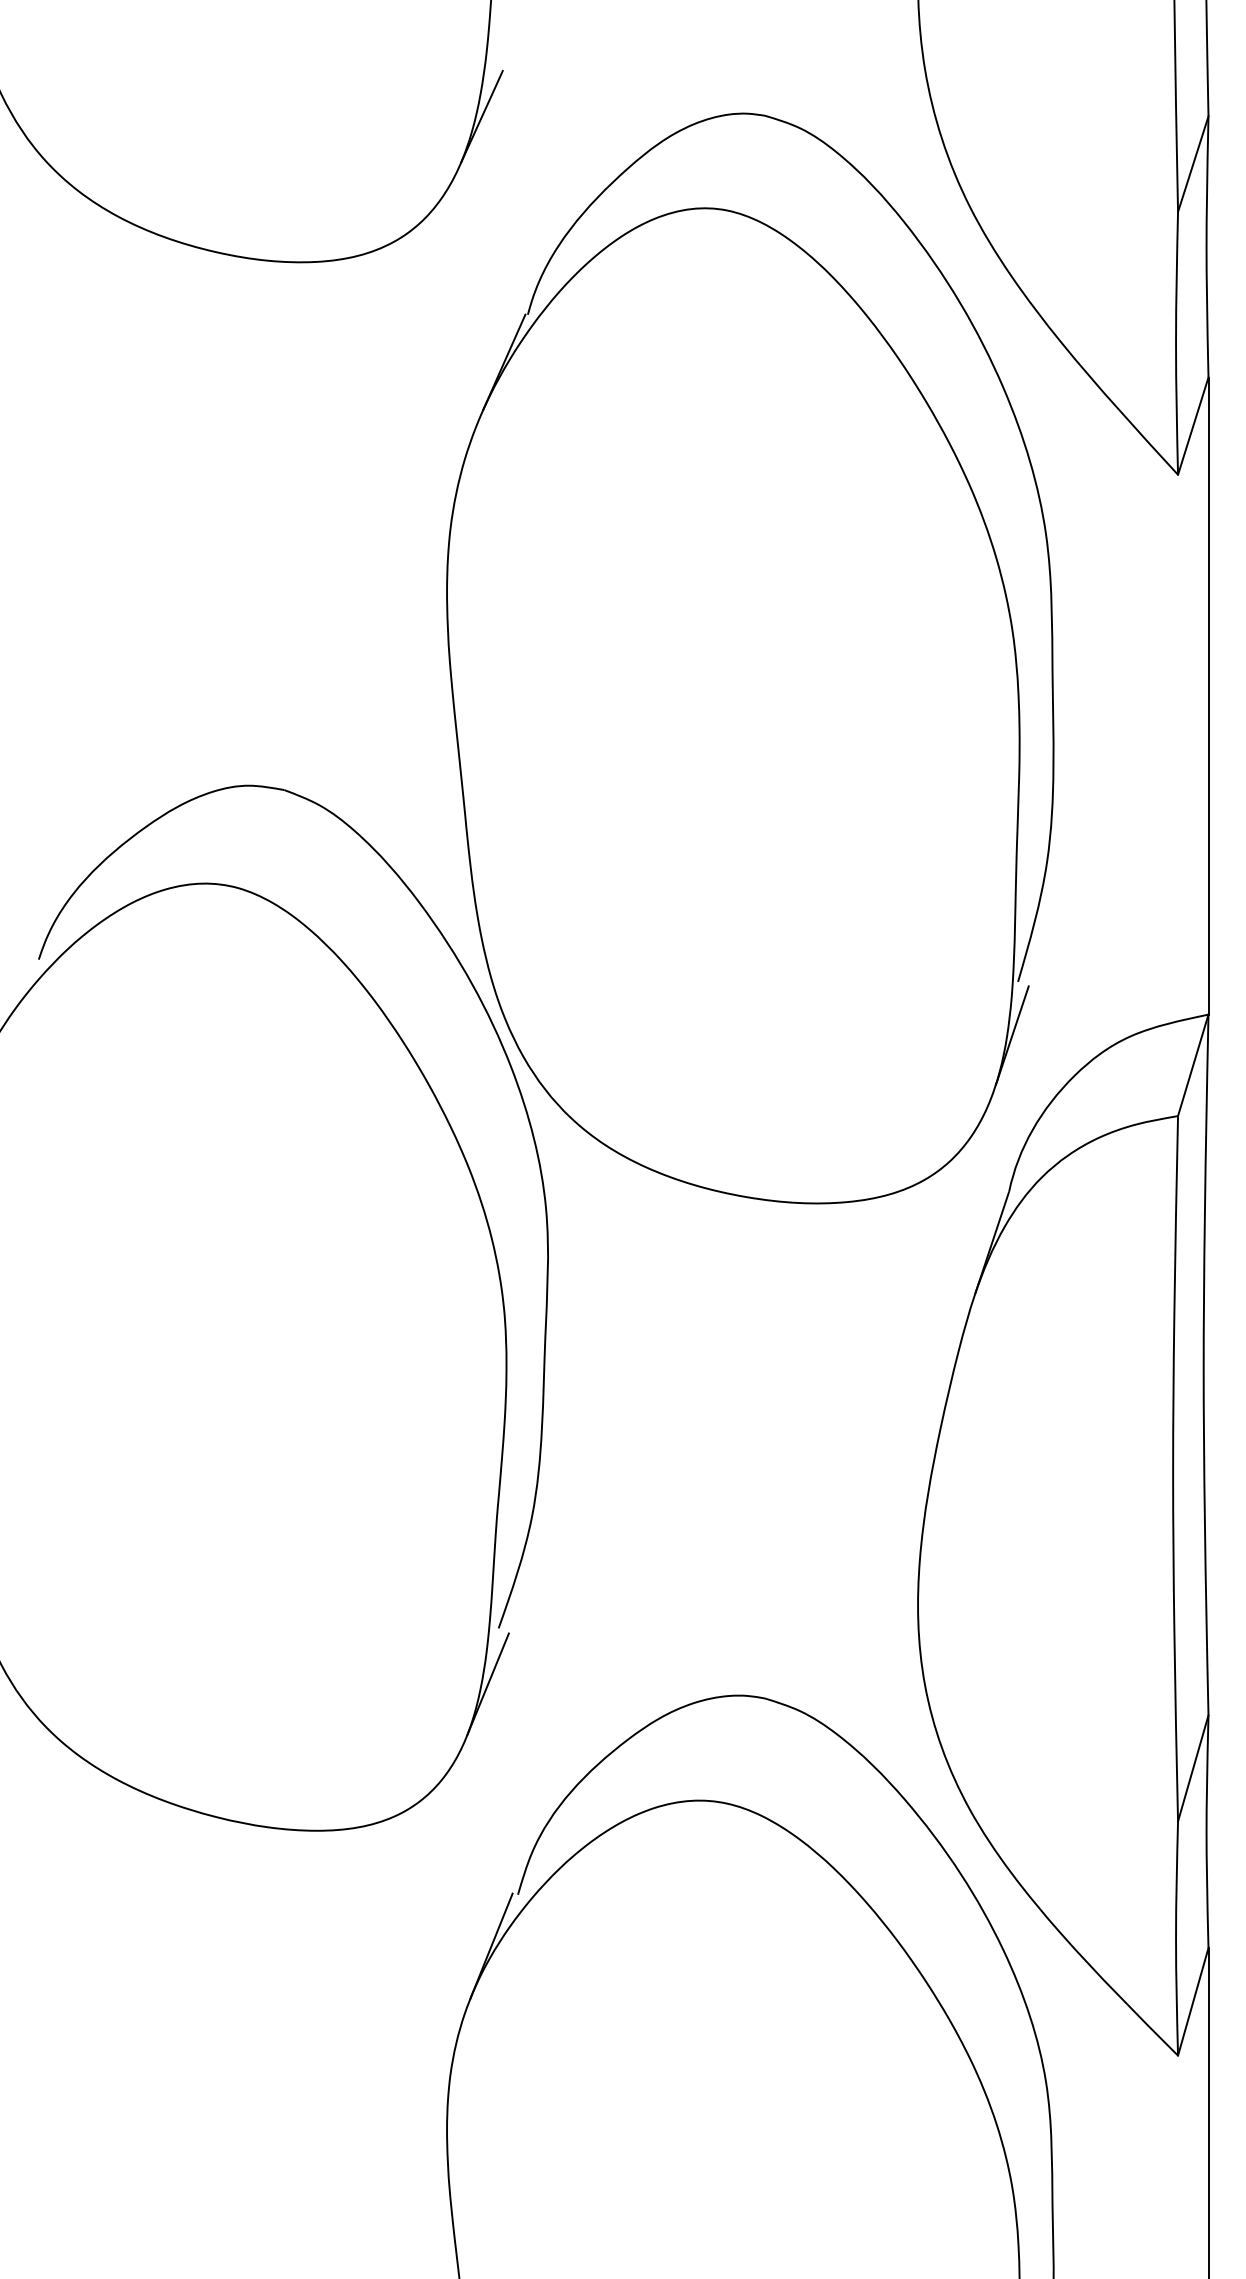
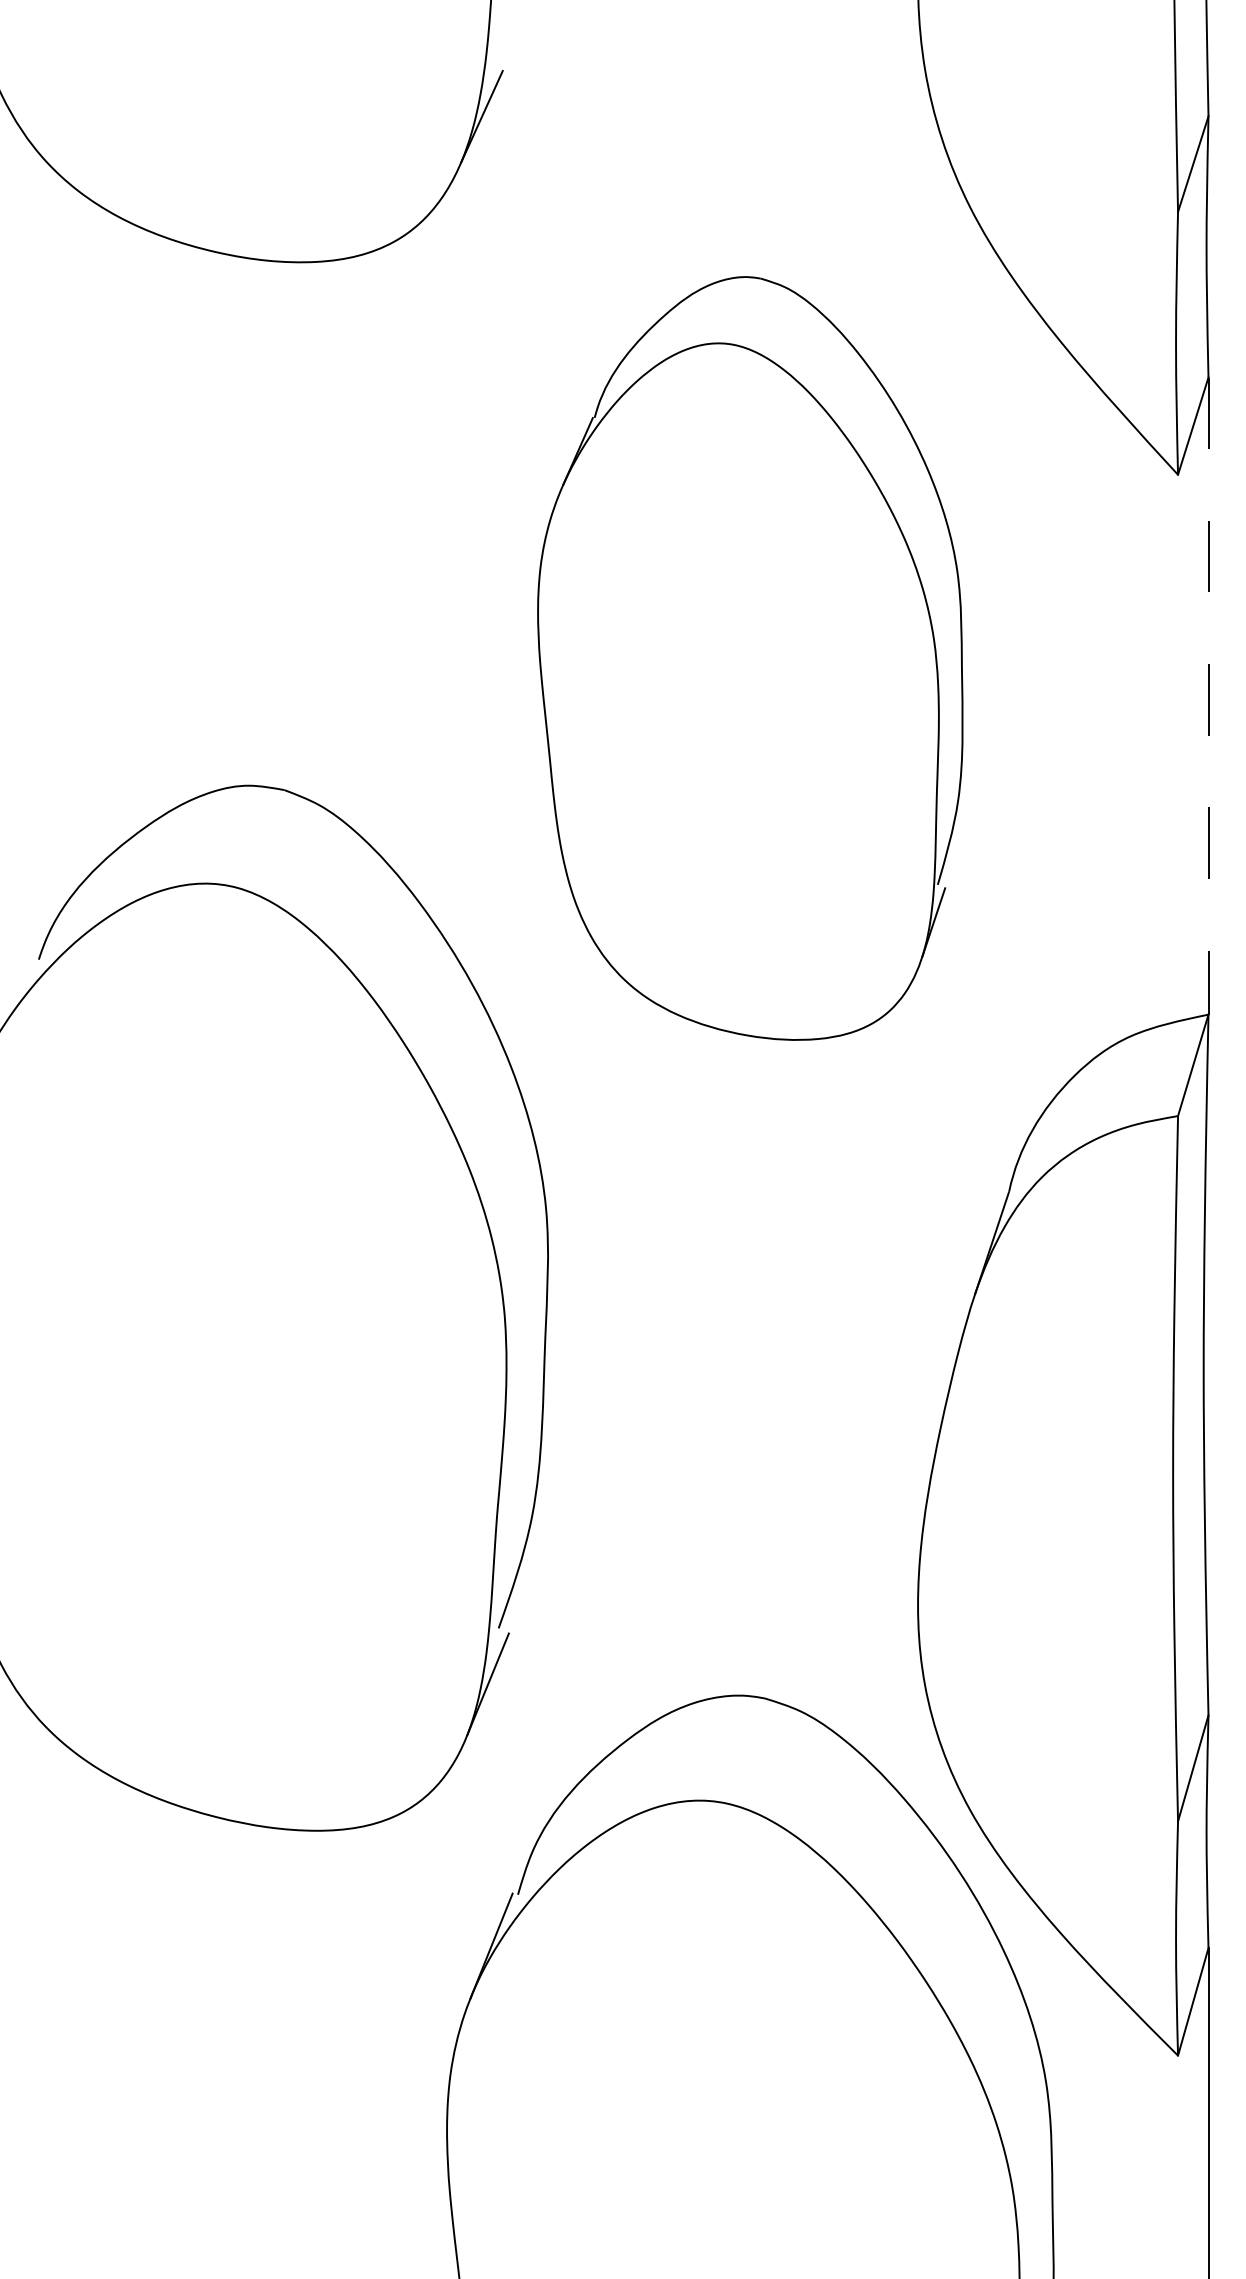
part at (750, 658) size: 609x1093 px -> 427x765 px
line at (1208, 696): solid -> dashed
